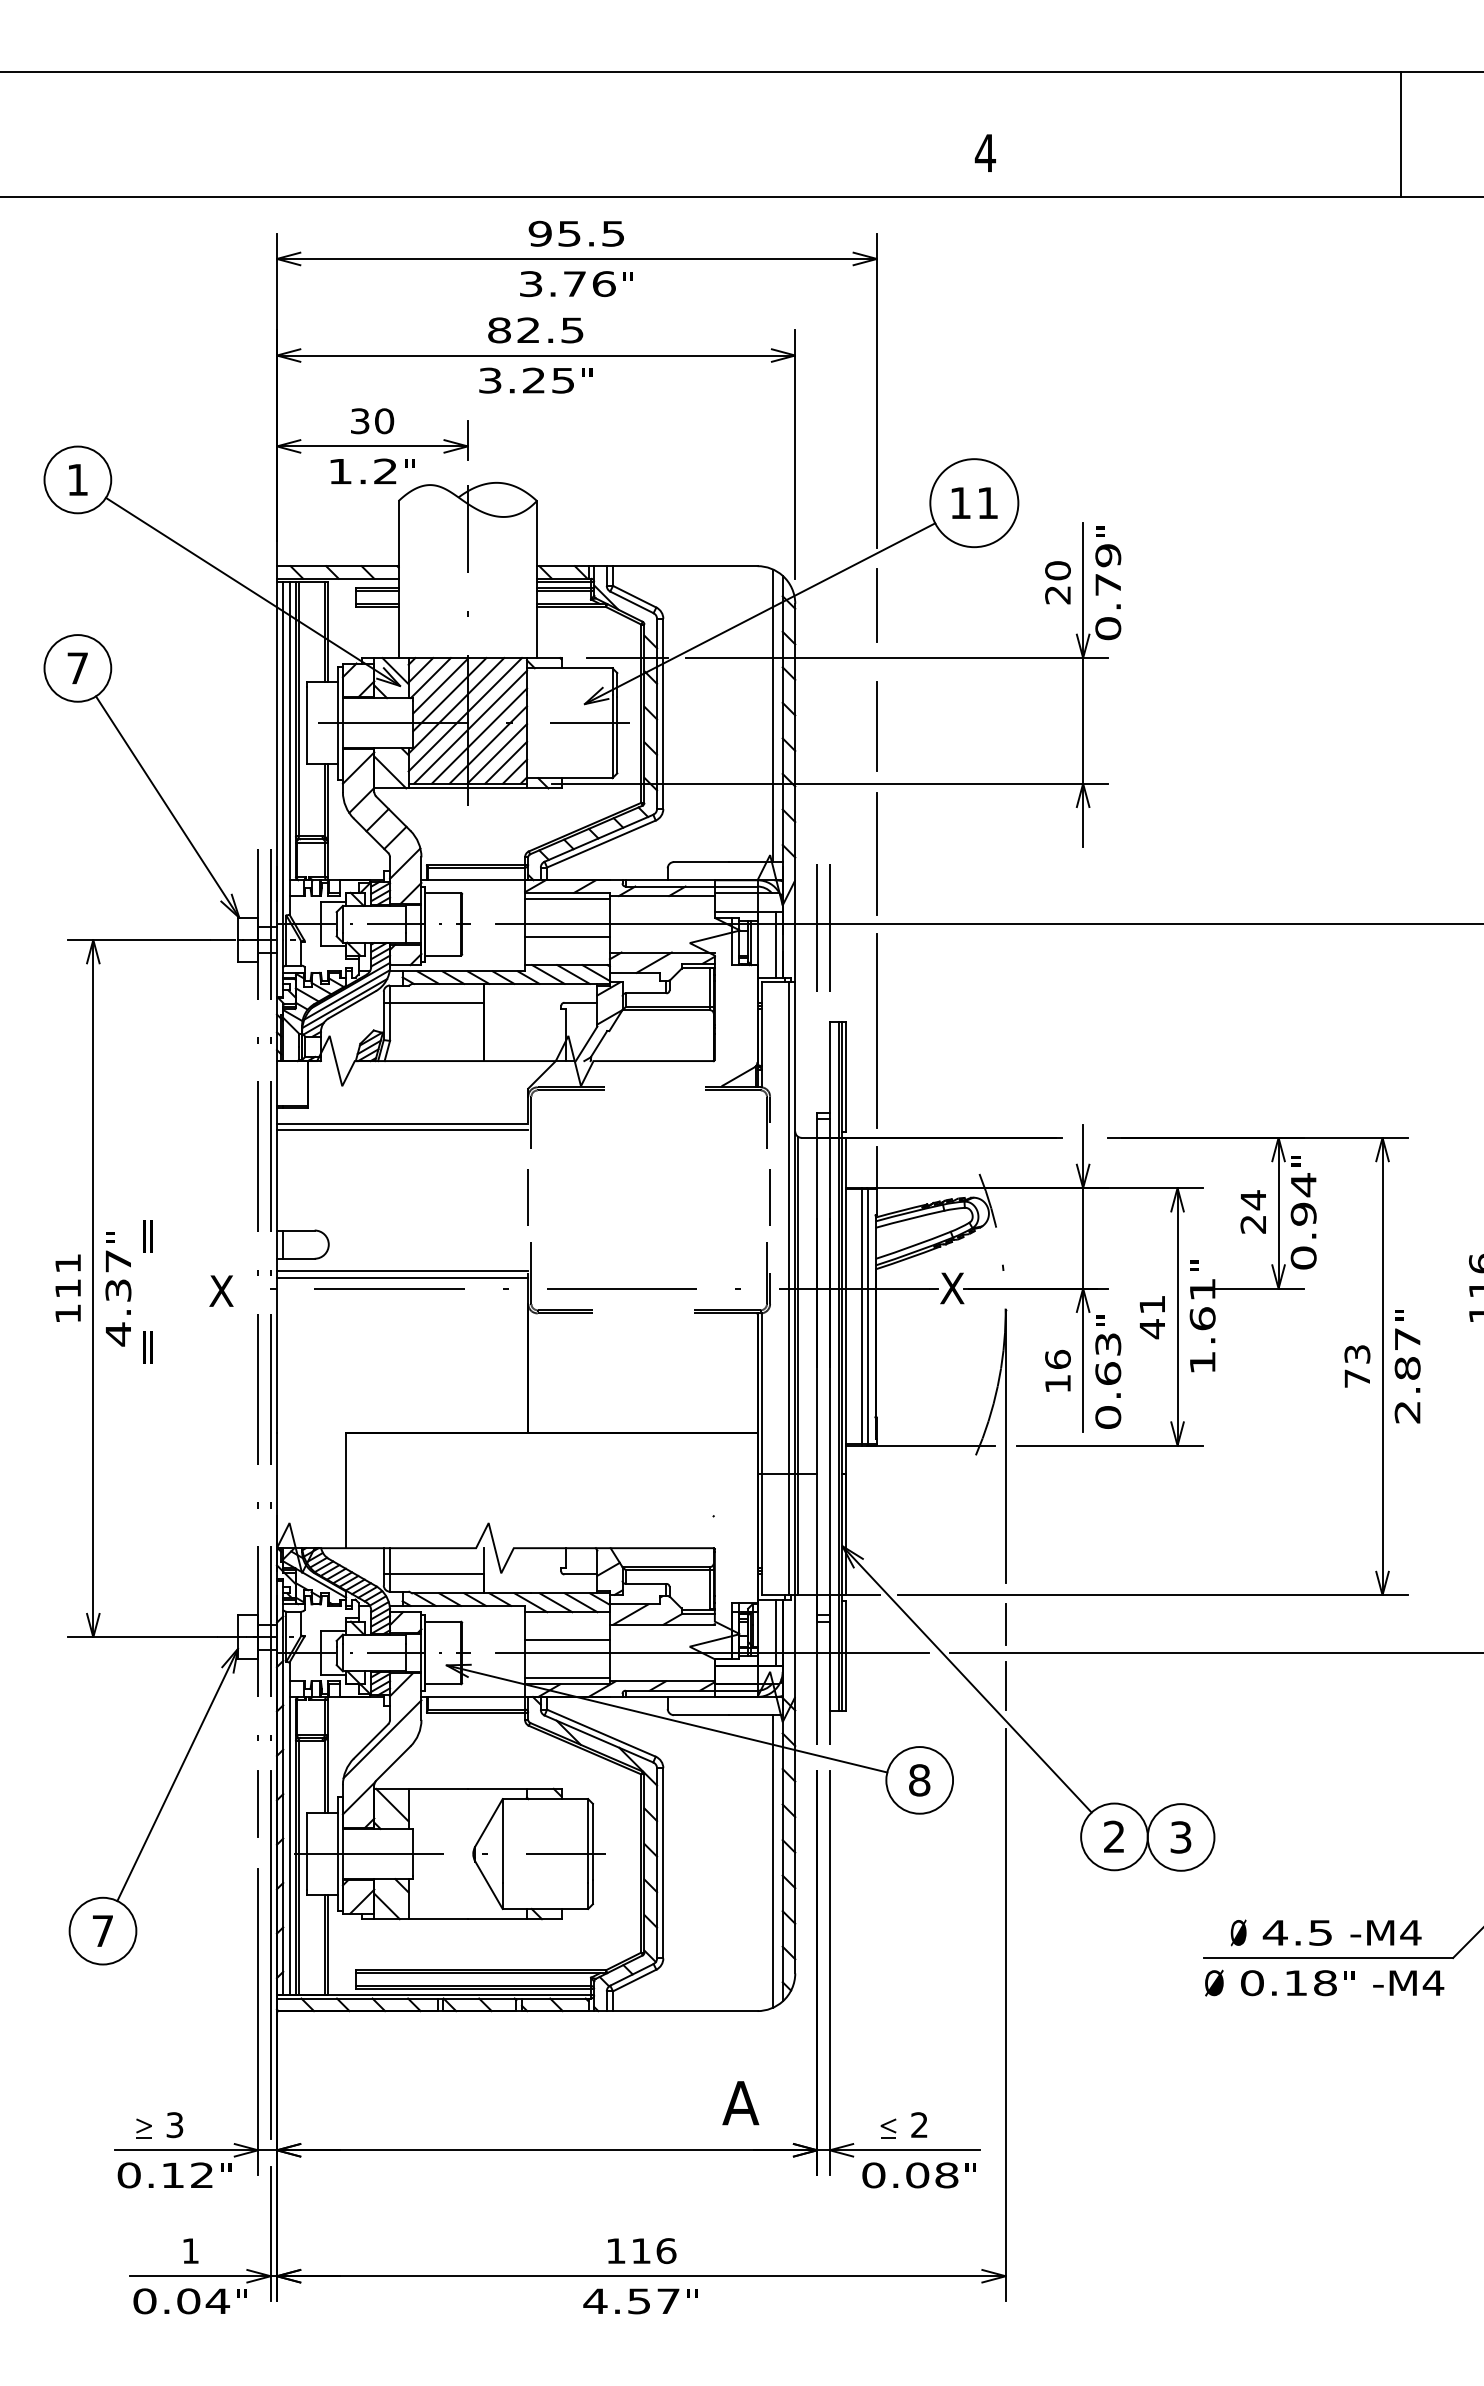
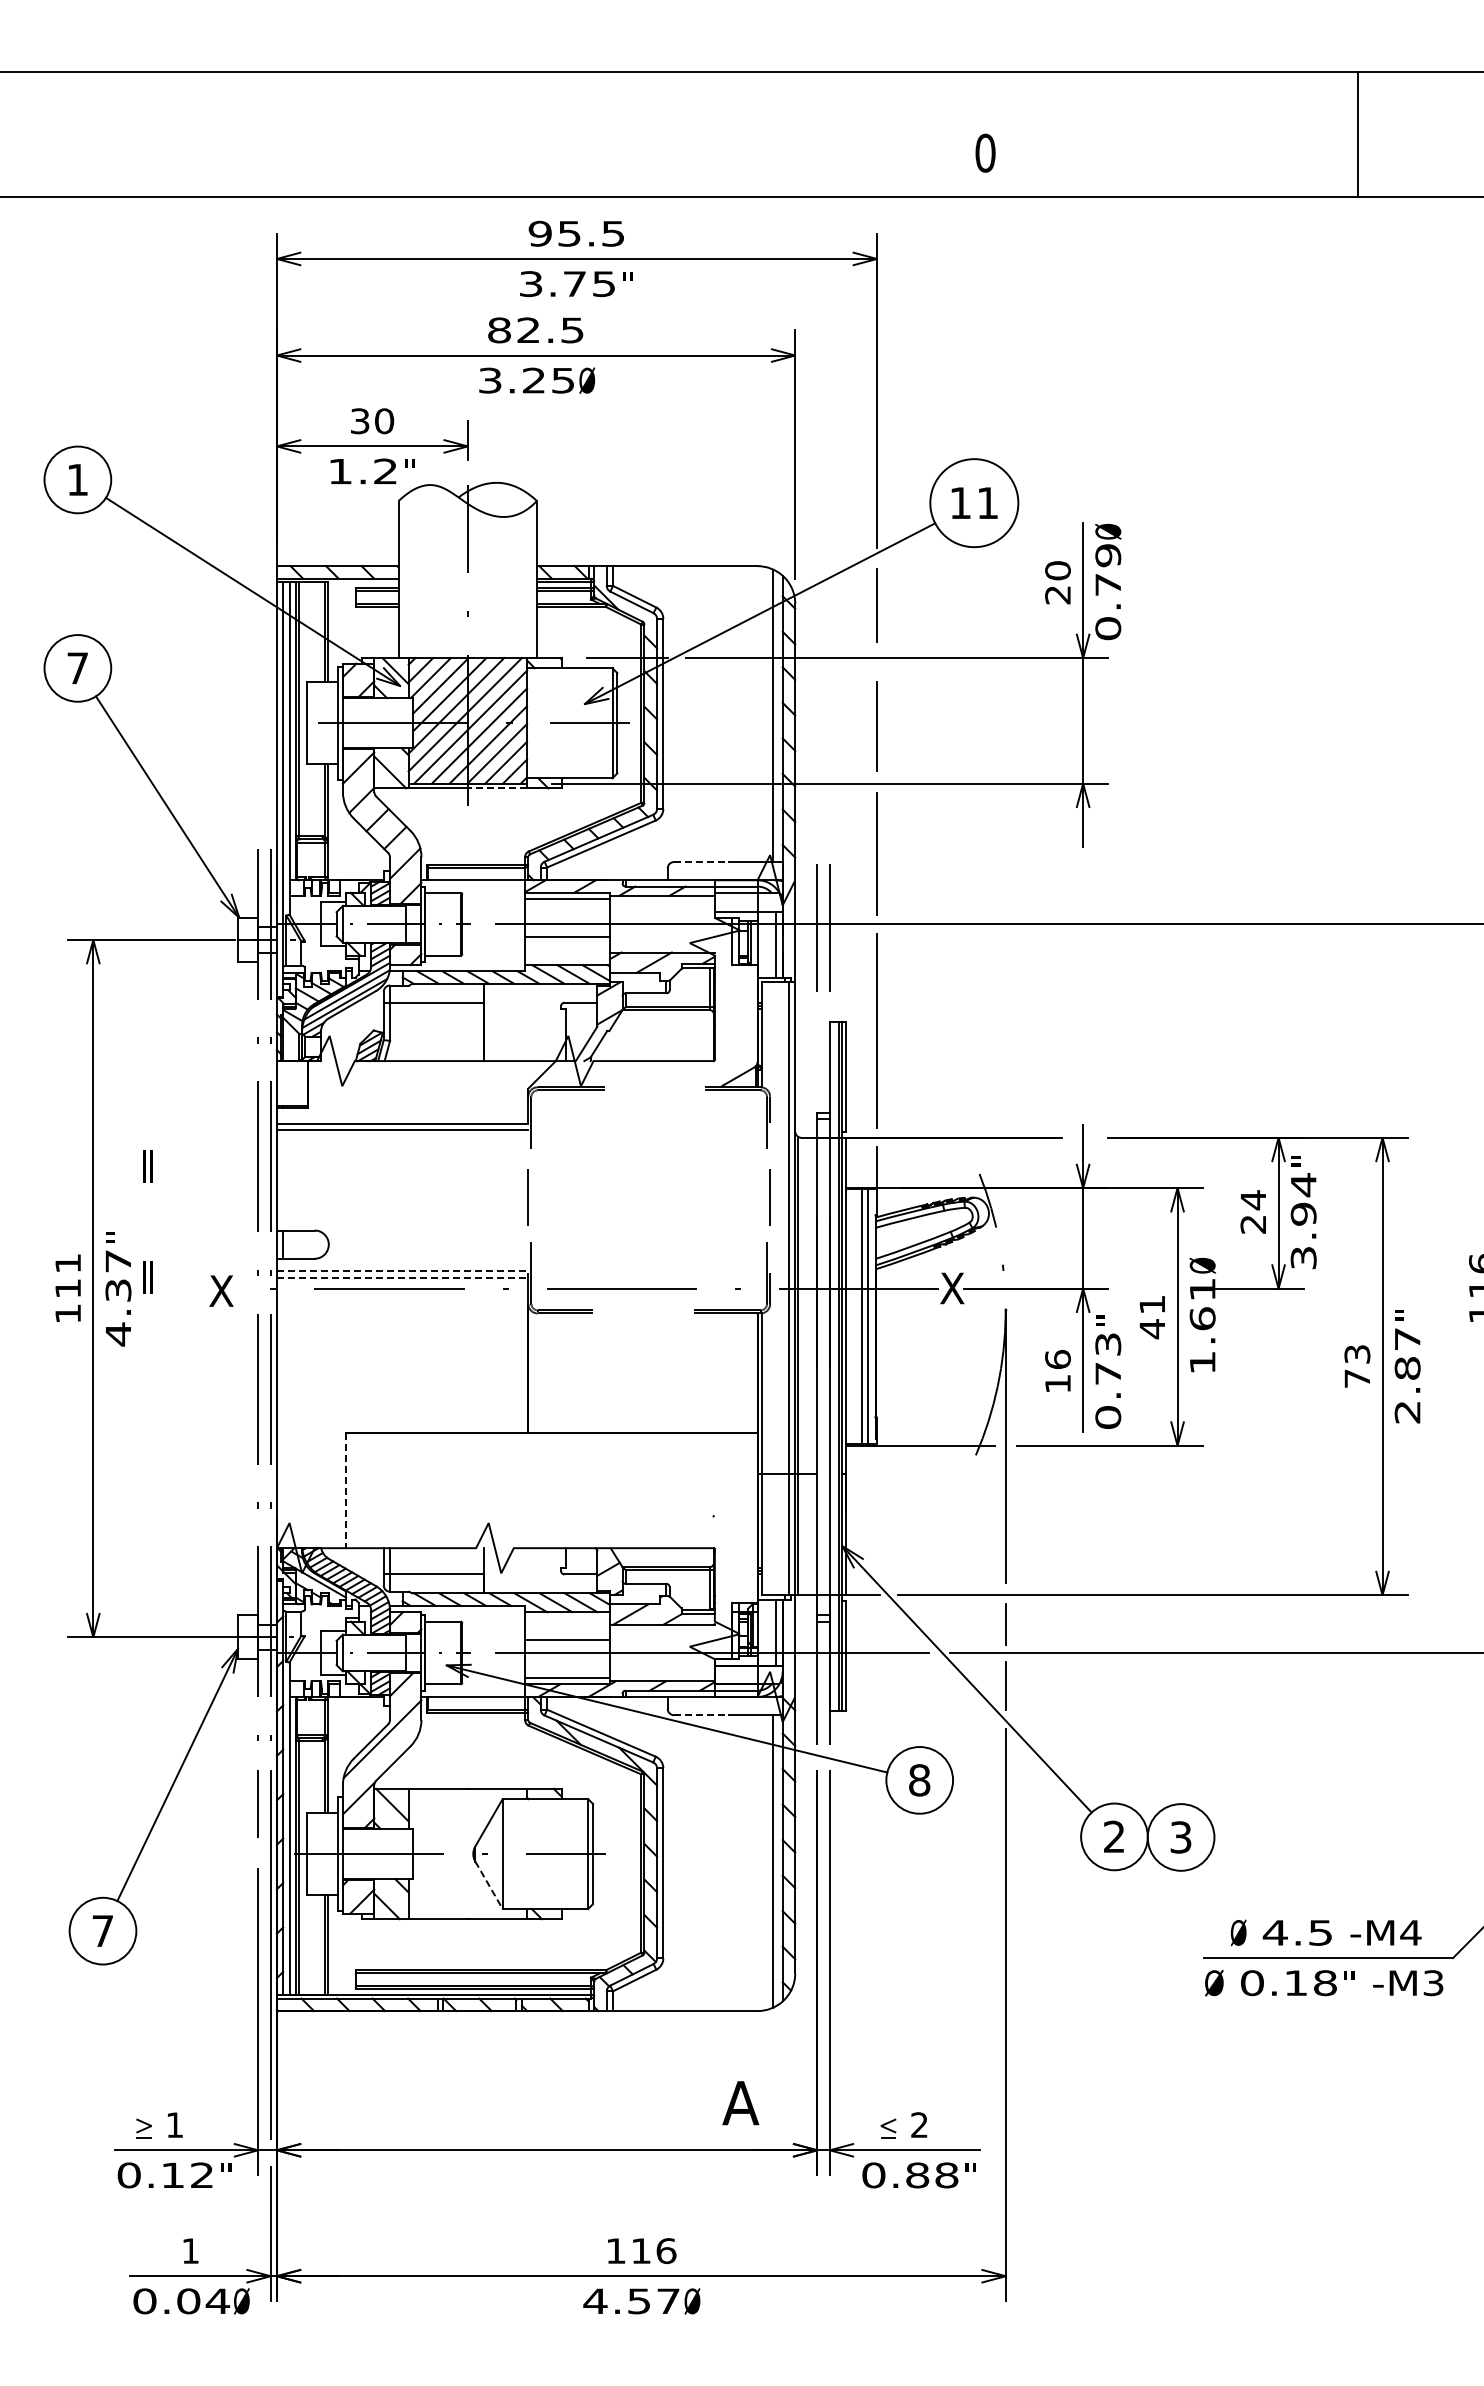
line at (1400, 134) position: (1400, 134) -> (1357, 134)
text at (985, 152): 4 -> 0
text at (603, 284): 3.76 -> 3.75
text at (587, 380): " -> Ø
text at (1108, 531): " -> Ø
line at (497, 788): solid -> dashed
line at (701, 862): solid -> dashed
text at (1303, 1257): 0.94 -> 3.94
text at (1202, 1265): " -> Ø
line at (402, 1271): solid -> dashed
line at (402, 1277): solid -> dashed
text at (147, 1291) position: (147, 1291) -> (147, 1221)
text at (1108, 1373): 0.63 -> 0.73
line at (346, 1490): solid -> dashed
line at (701, 1715): solid -> dashed
line at (489, 1885): solid -> dashed
text at (1433, 1983): -M4 -> -M3
text at (174, 2125): 3 -> 1
text at (917, 2175): 0.08 -> 0.88
text at (241, 2301): " -> Ø
text at (692, 2301): " -> Ø
